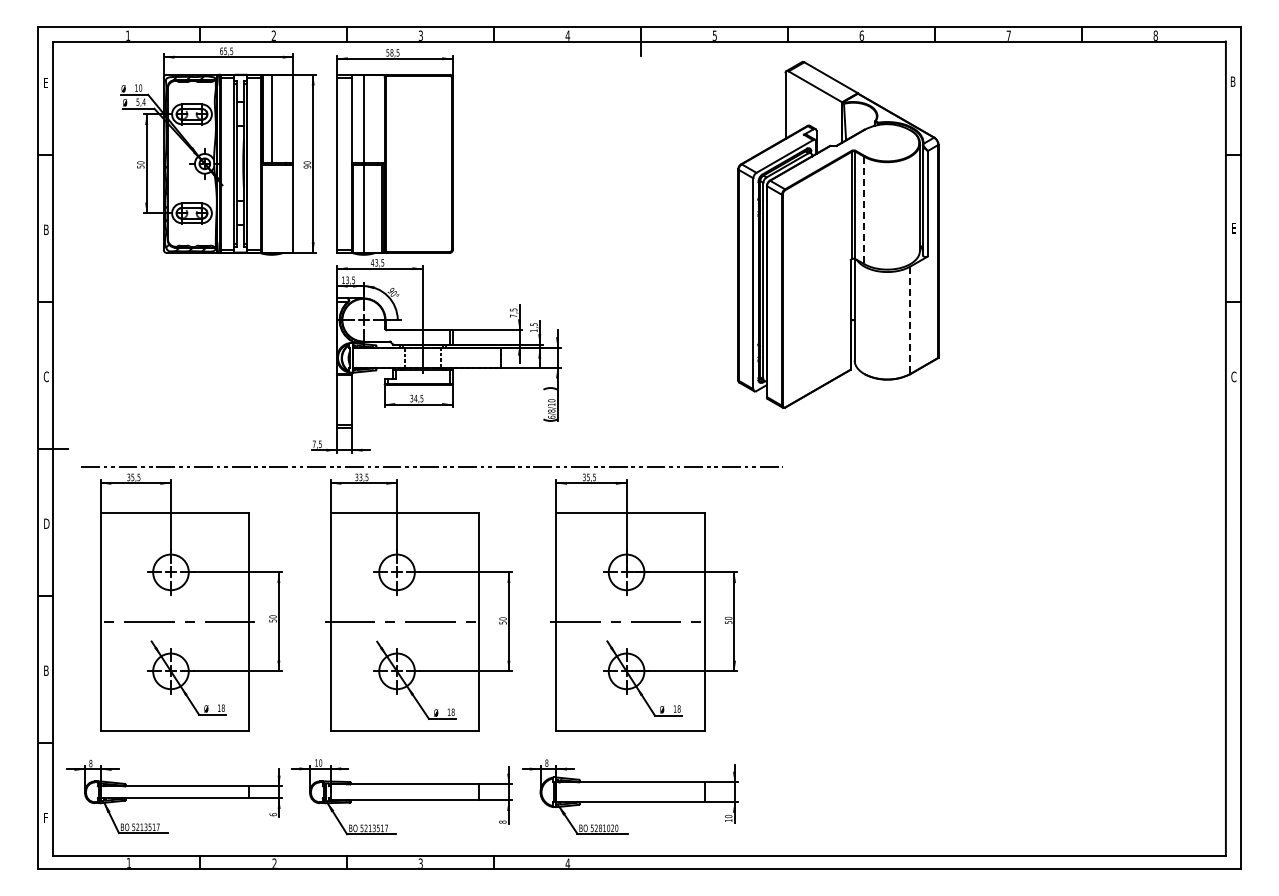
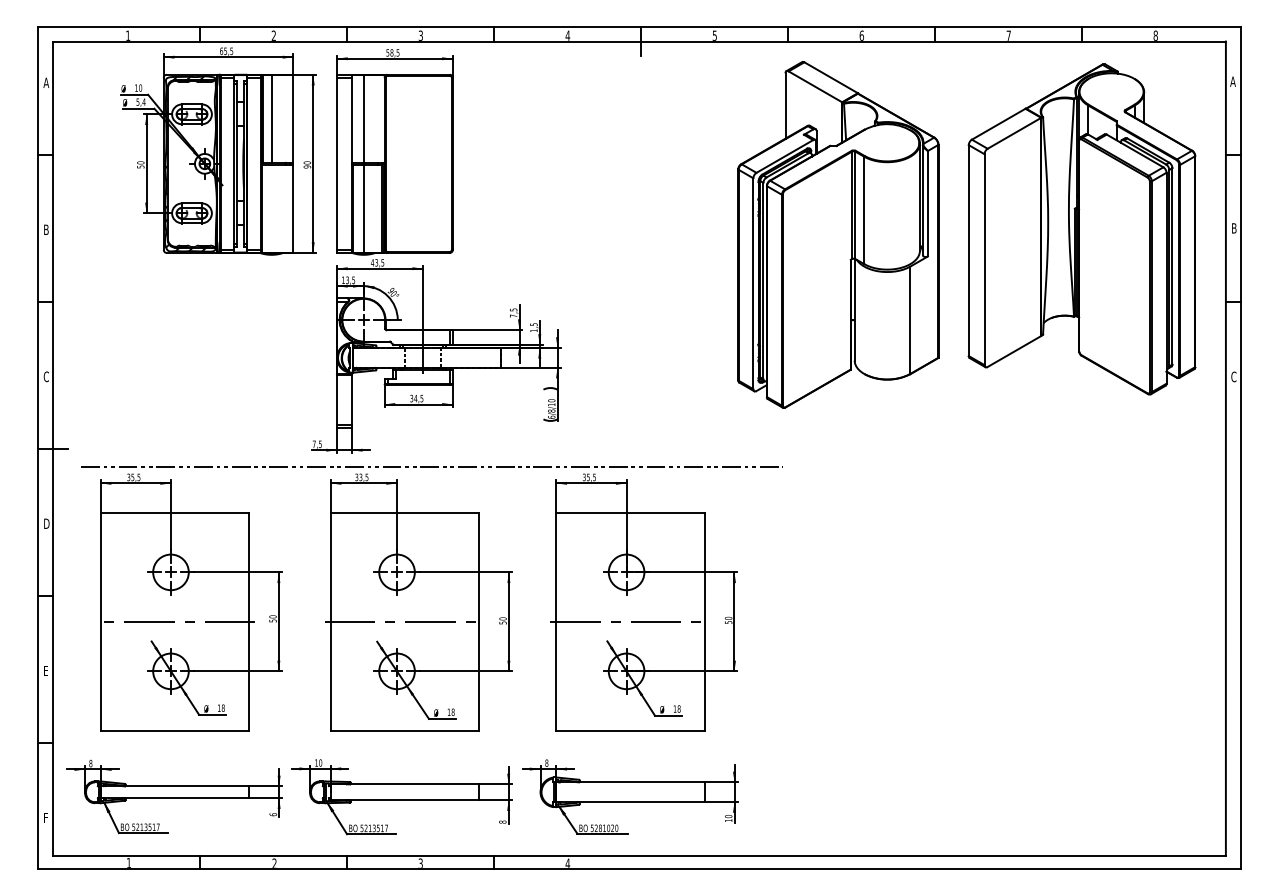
text at (1232, 81): B -> A
text at (46, 82): E -> A
line at (864, 210): dashed -> solid
text at (1234, 228): E -> B
part at (1081, 229): none -> present
line at (910, 320): dashed -> solid
text at (46, 670): B -> E
